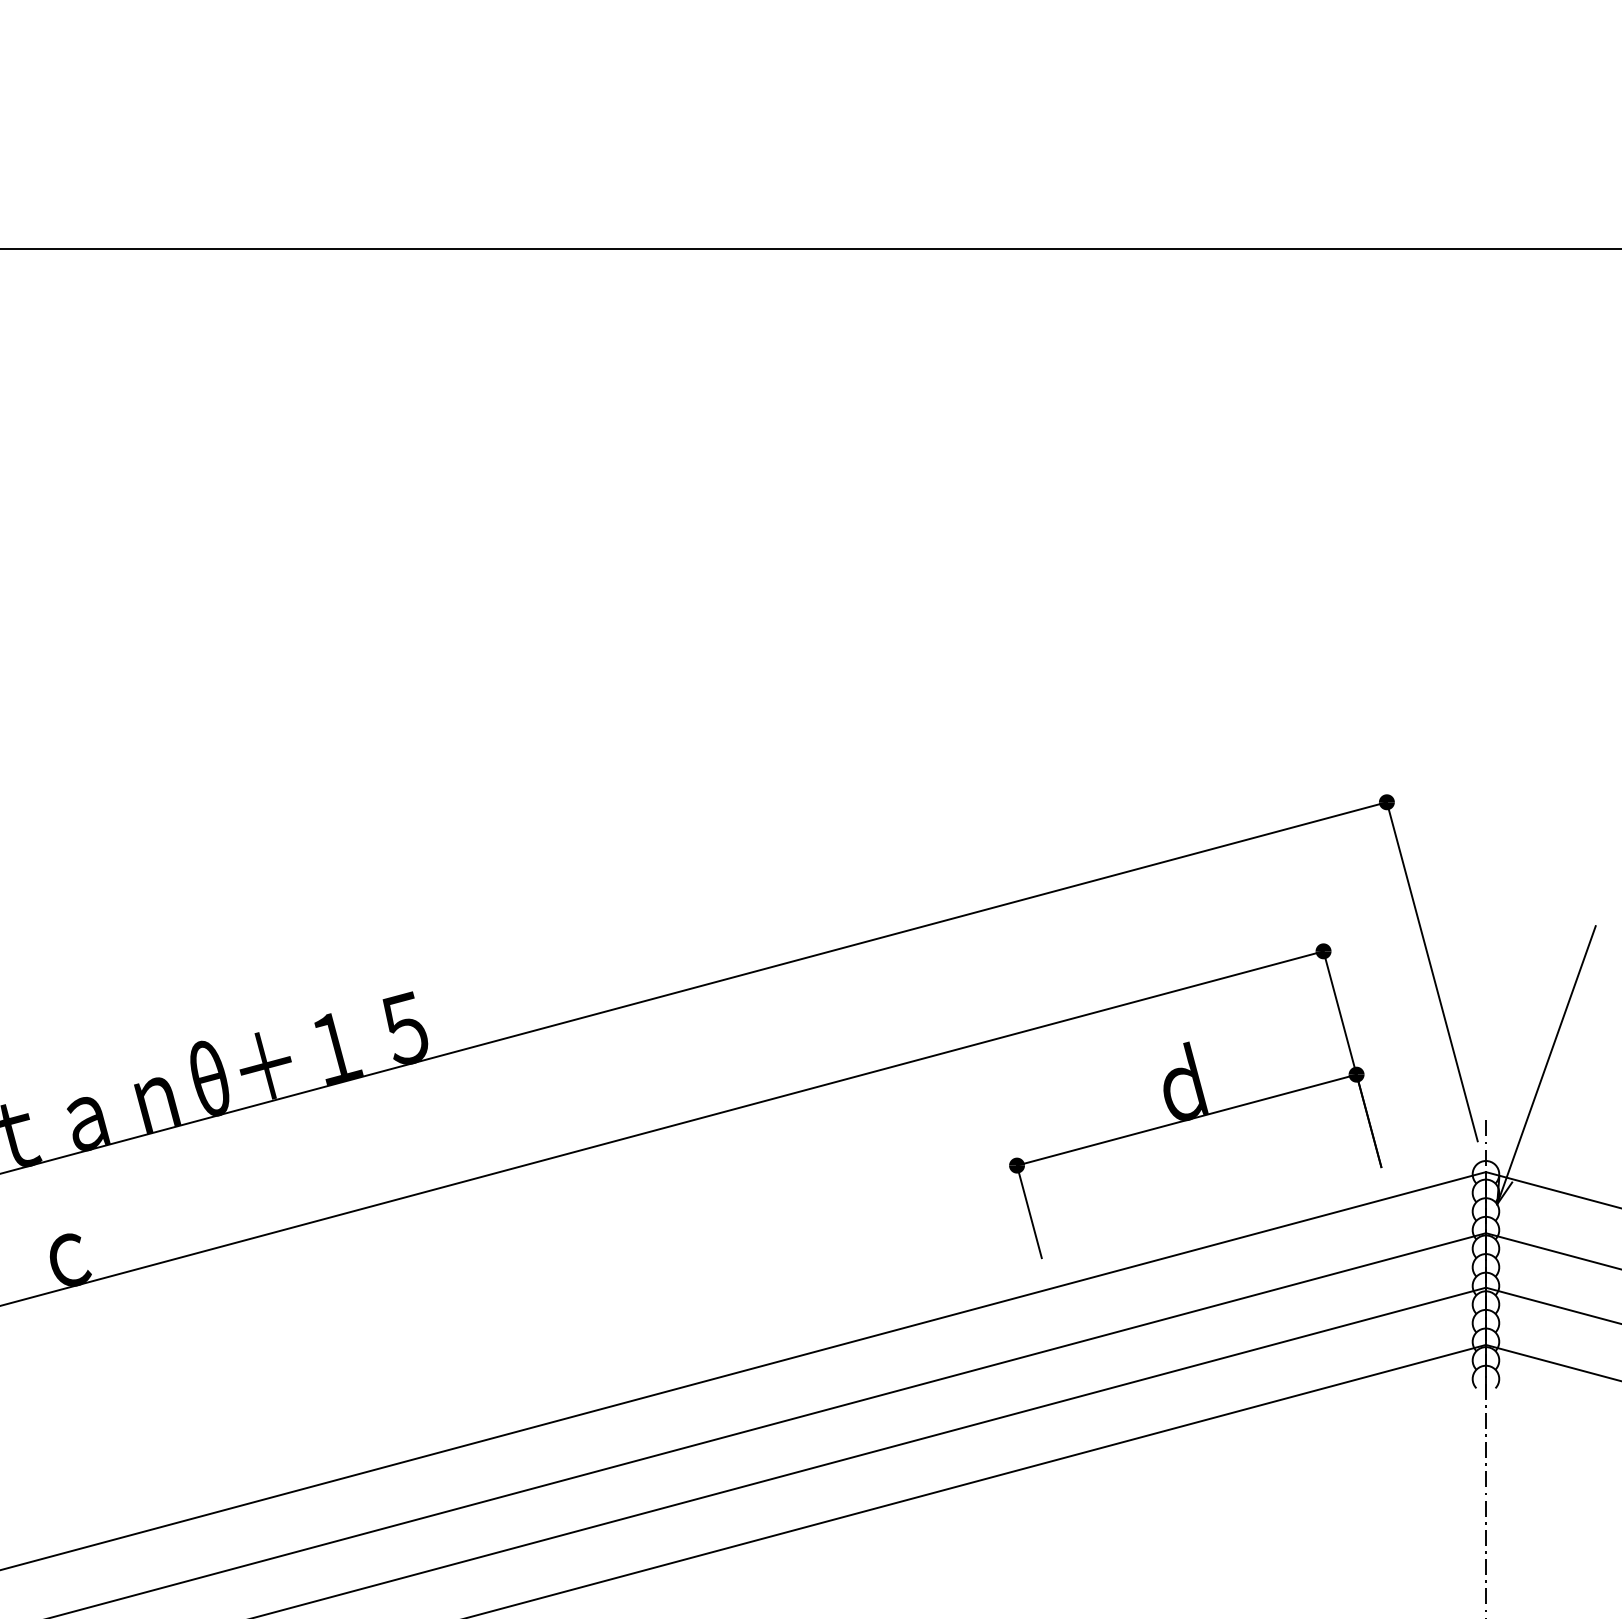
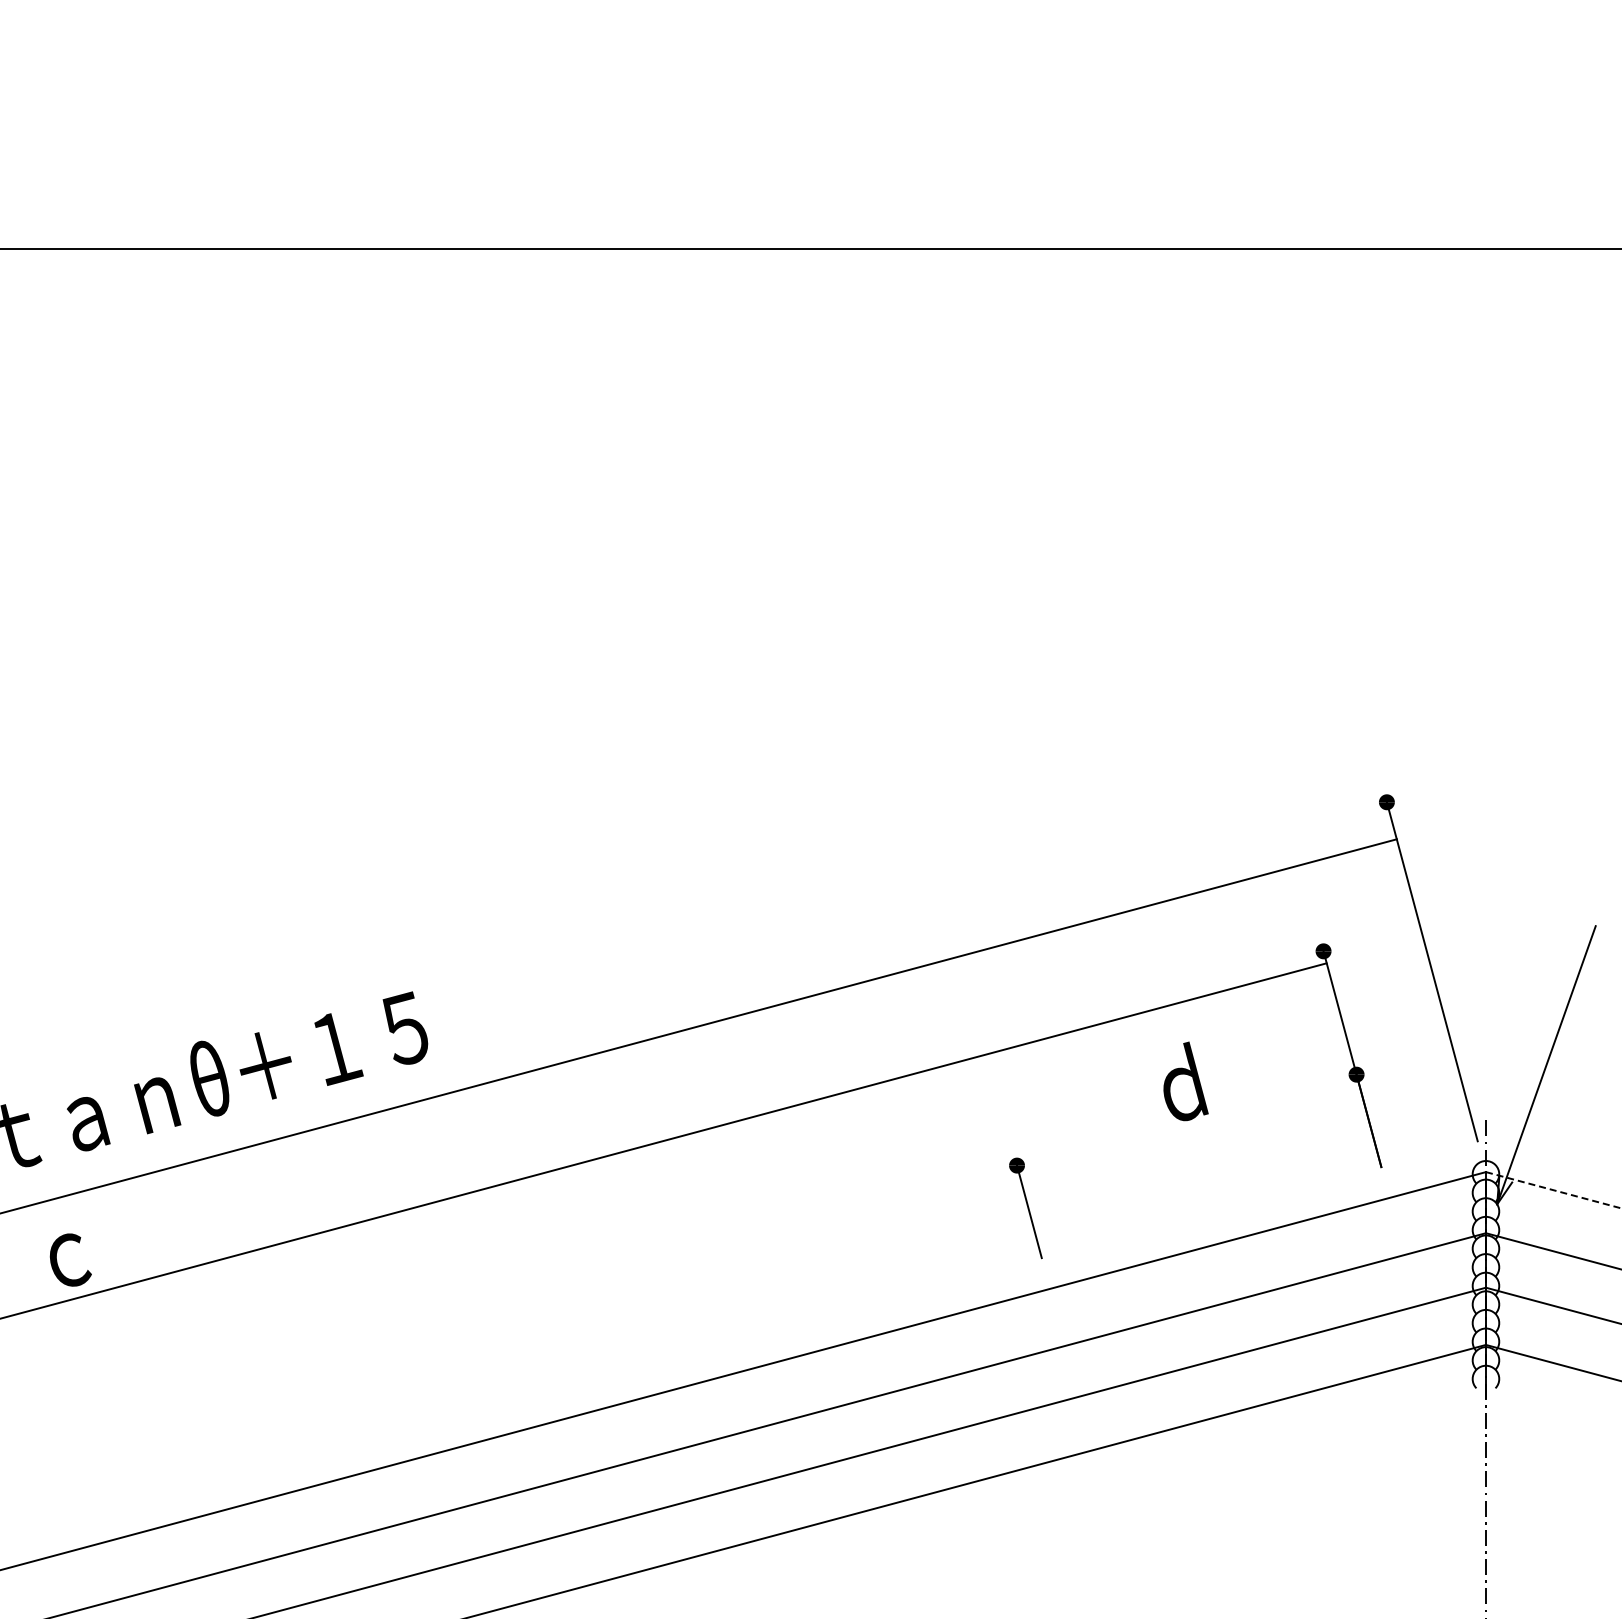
line at (694, 987) position: (694, 987) -> (699, 1025)
line at (1186, 1119): present -> none
line at (662, 1128) position: (662, 1128) -> (664, 1140)
line at (1553, 1190): solid -> dashed
